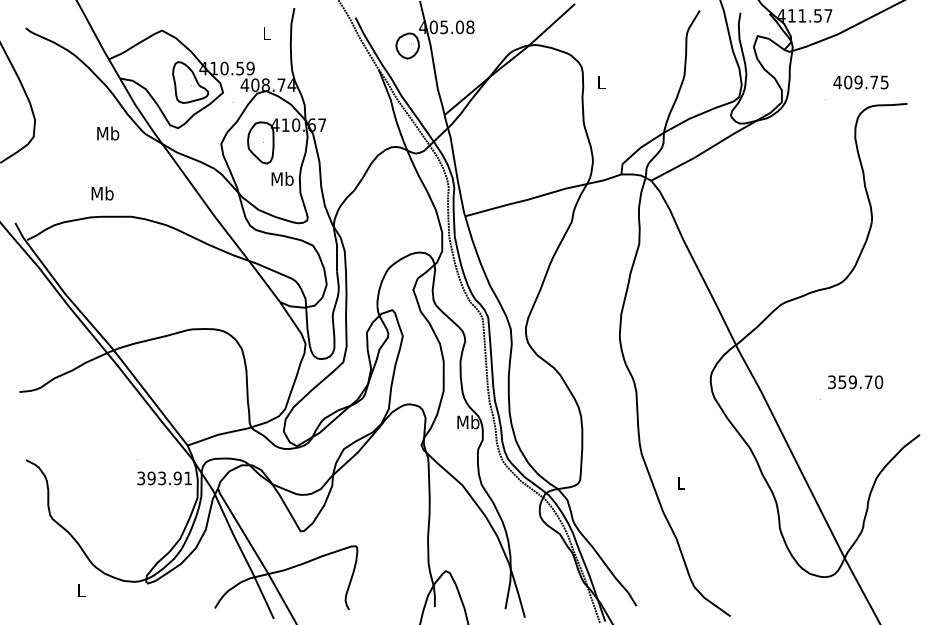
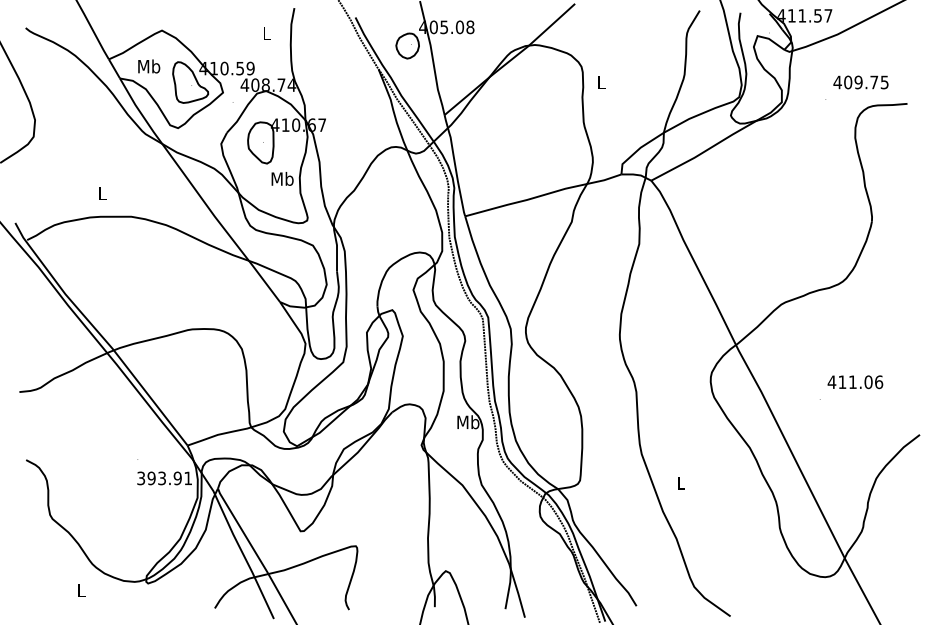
text at (108, 133) position: (108, 133) -> (149, 66)
text at (102, 193): Mb -> L
text at (855, 382): 359.70 -> 411.06
